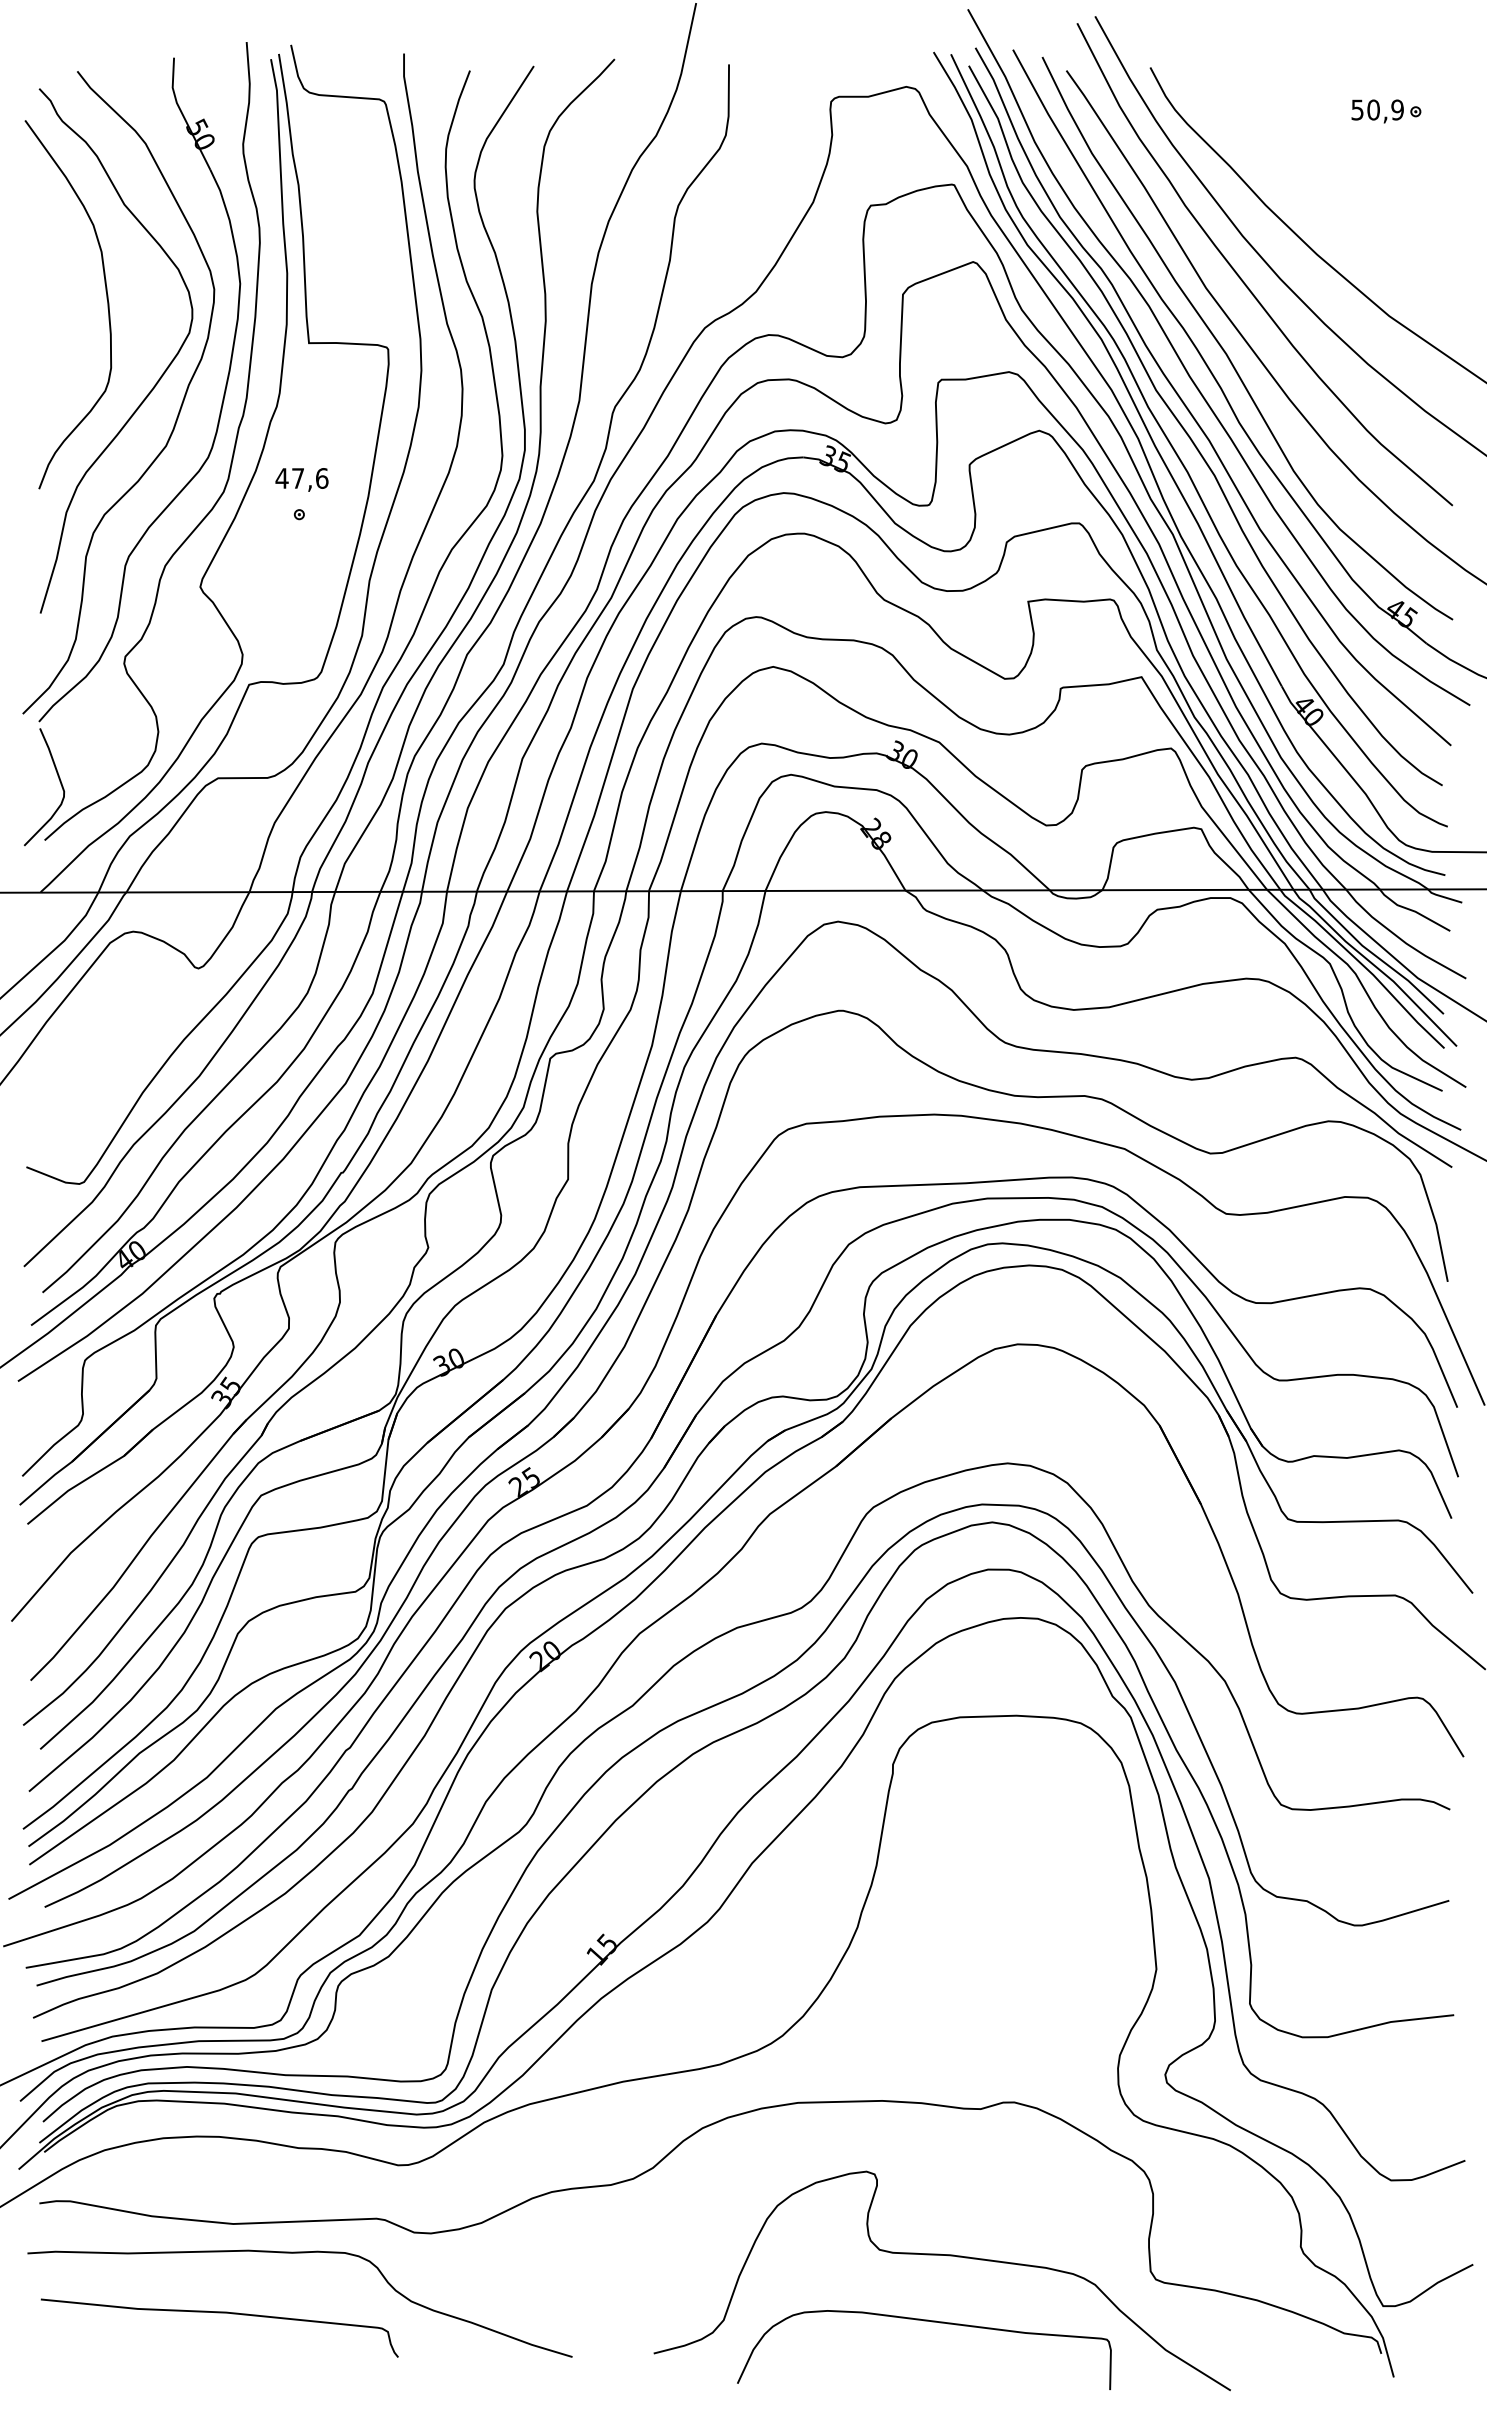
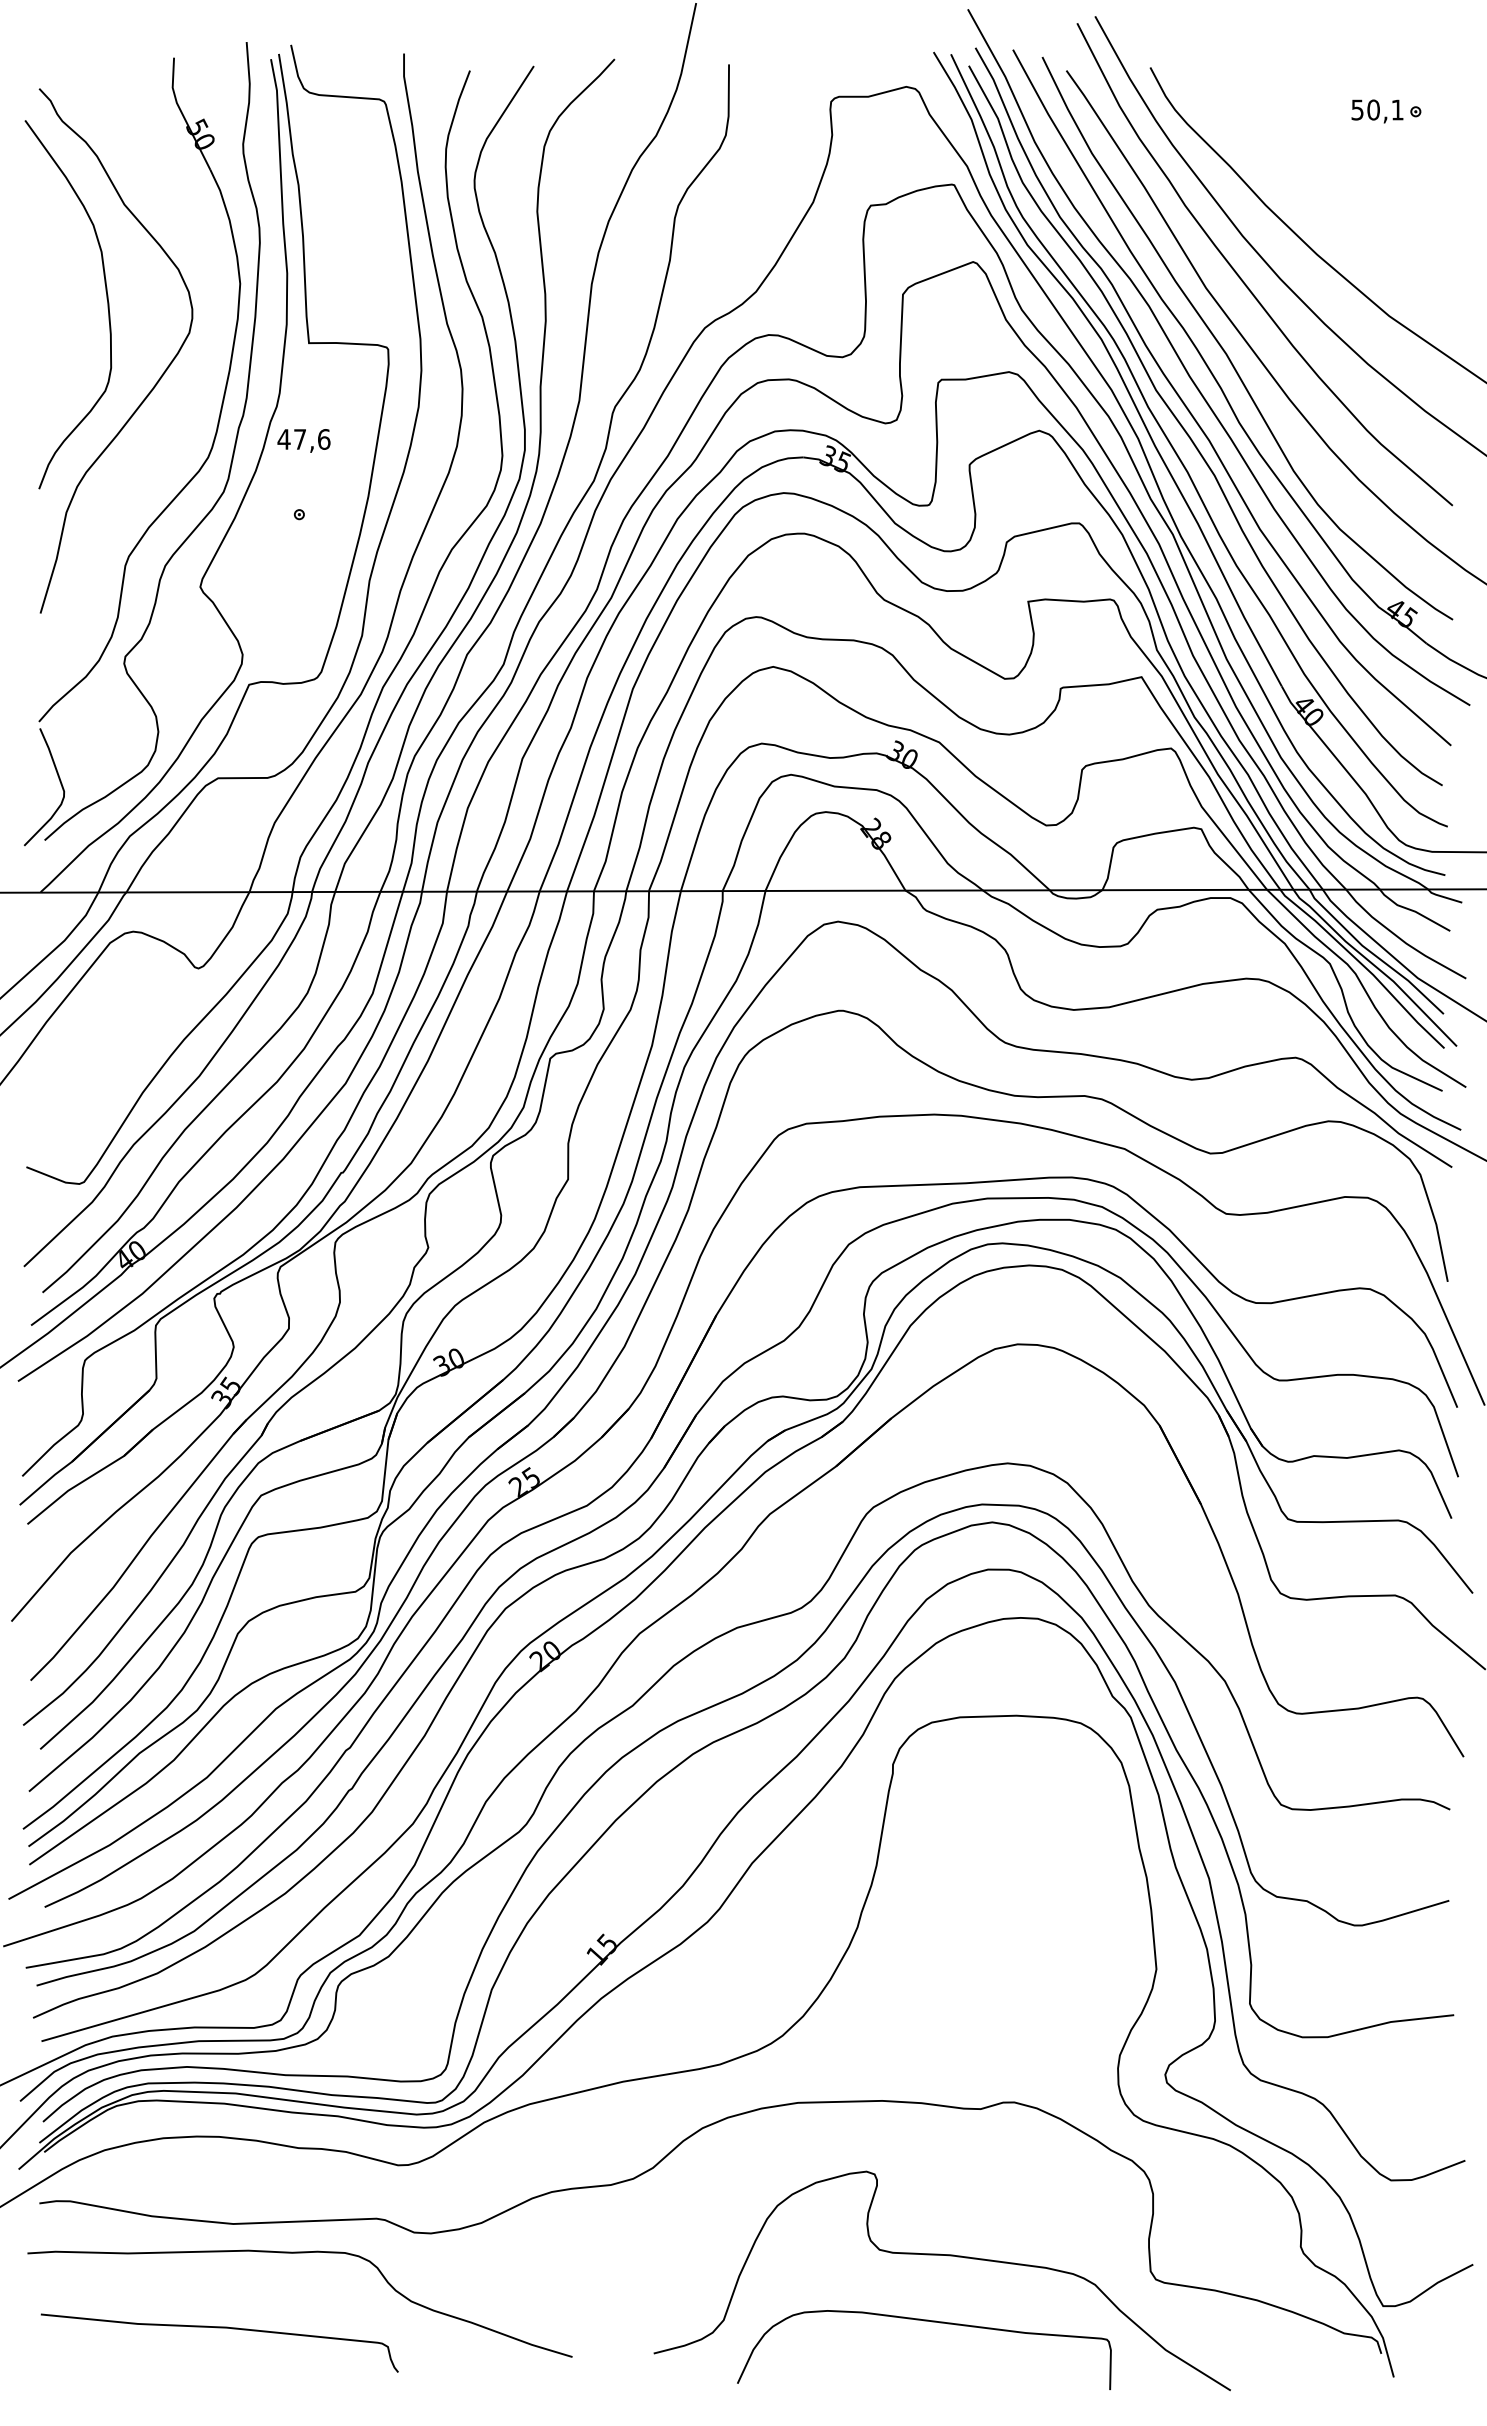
text at (1397, 109): 50,9 -> 50,1
curve at (178, 411): present -> none
text at (301, 479) position: (301, 479) -> (303, 440)
curve at (219, 2313) position: (219, 2313) -> (219, 2328)
